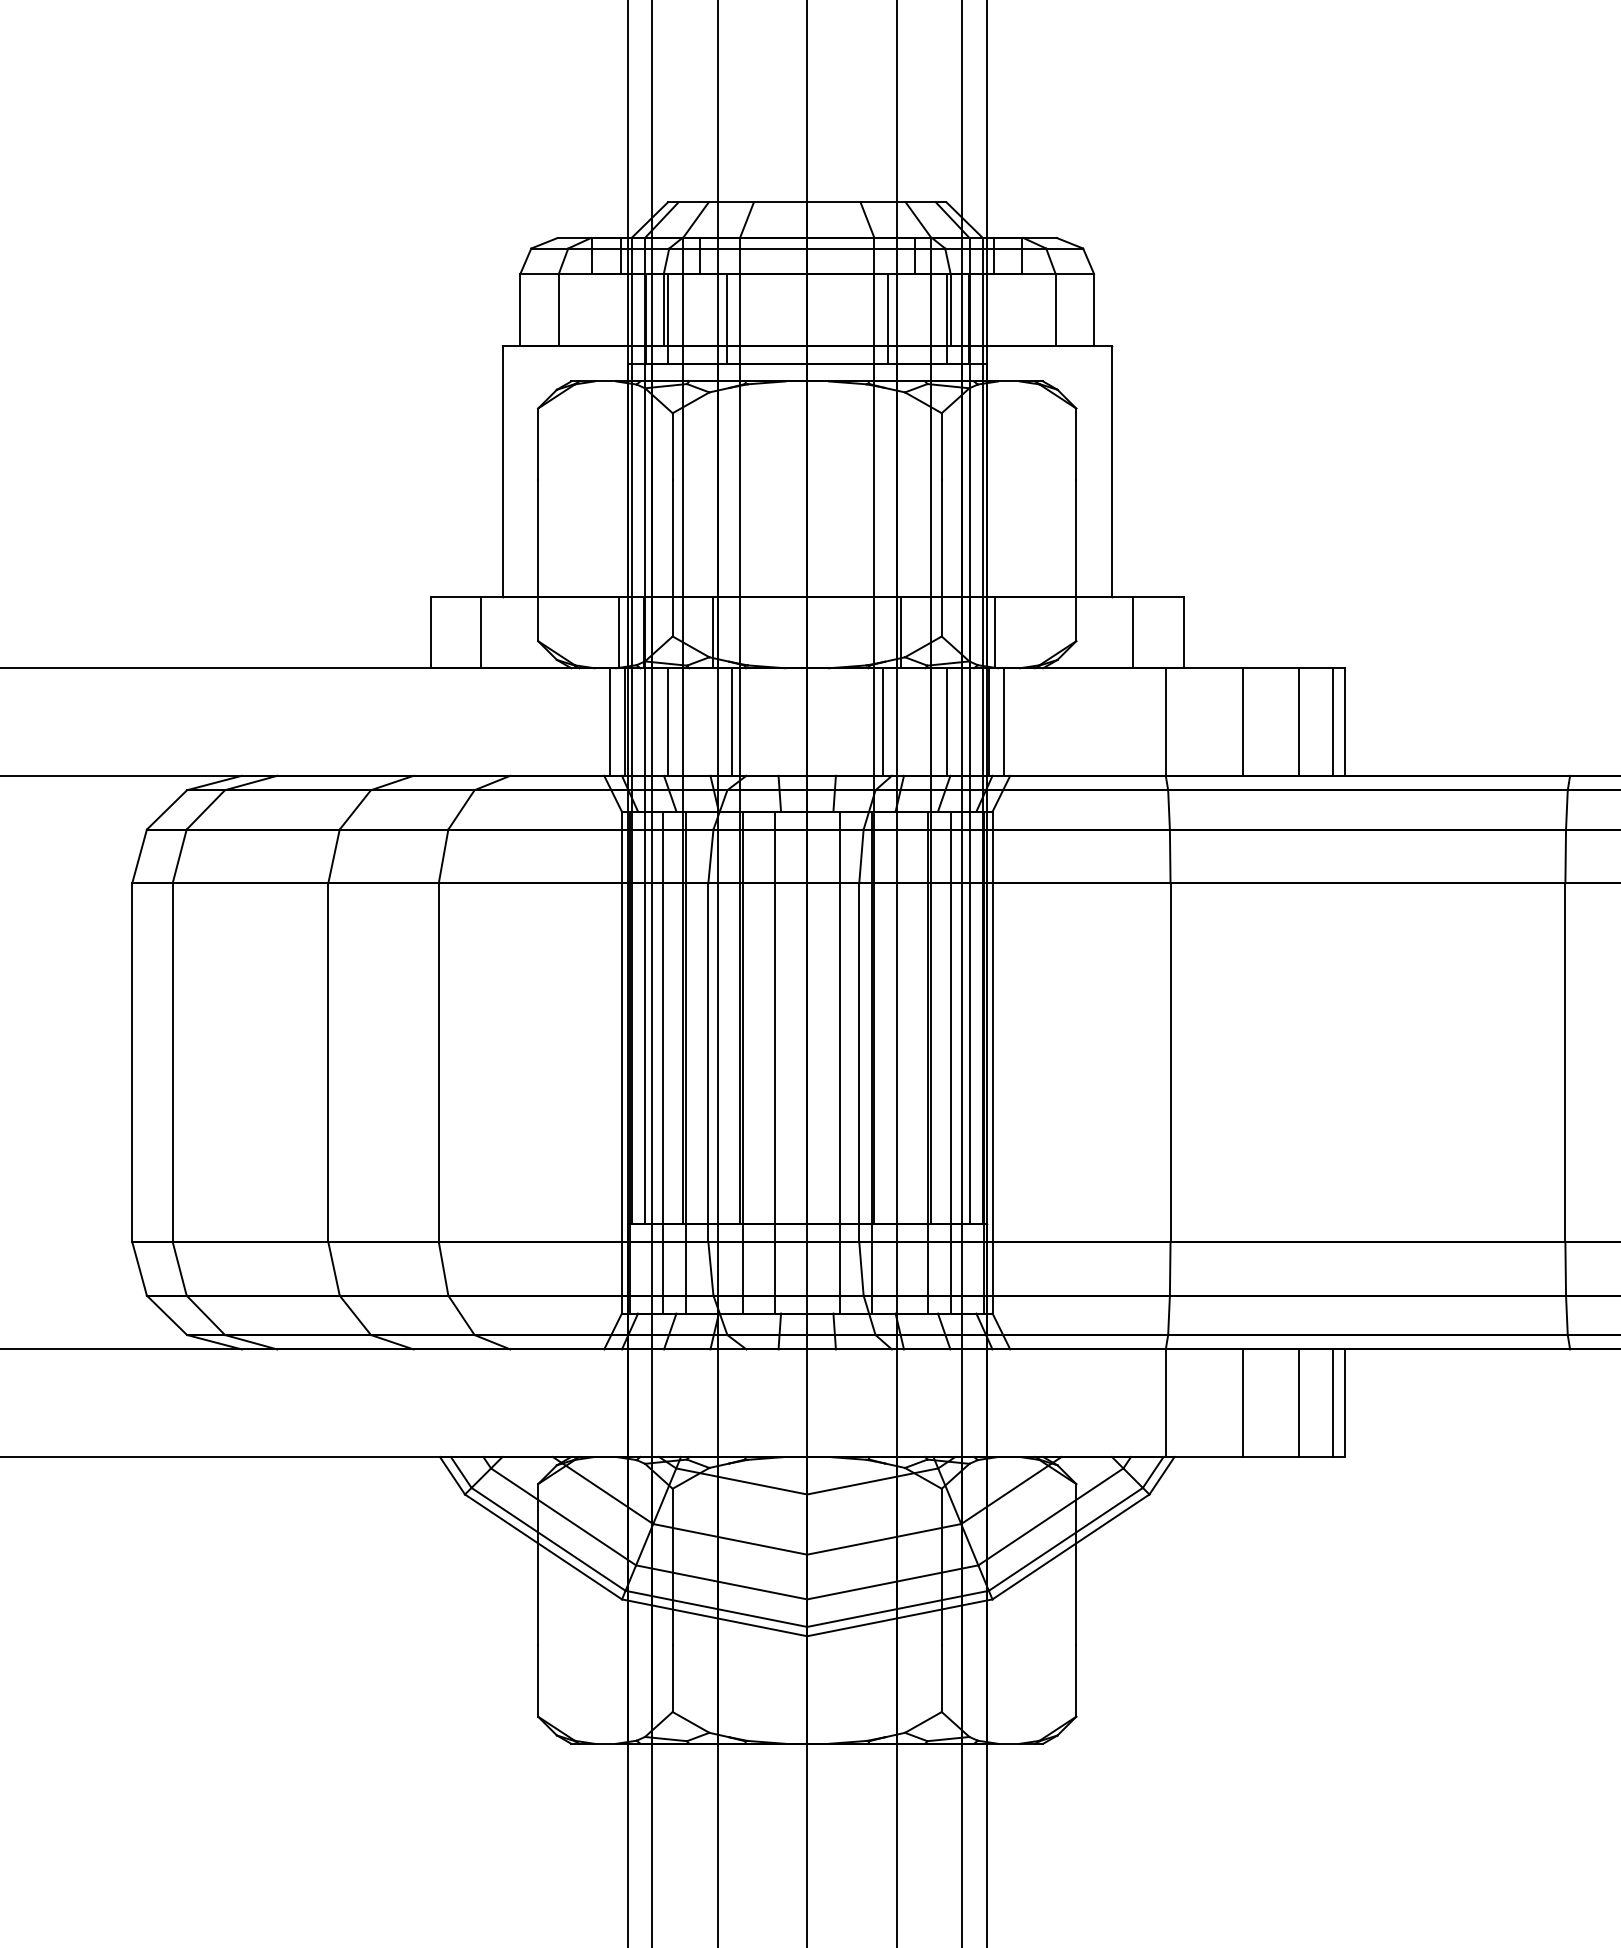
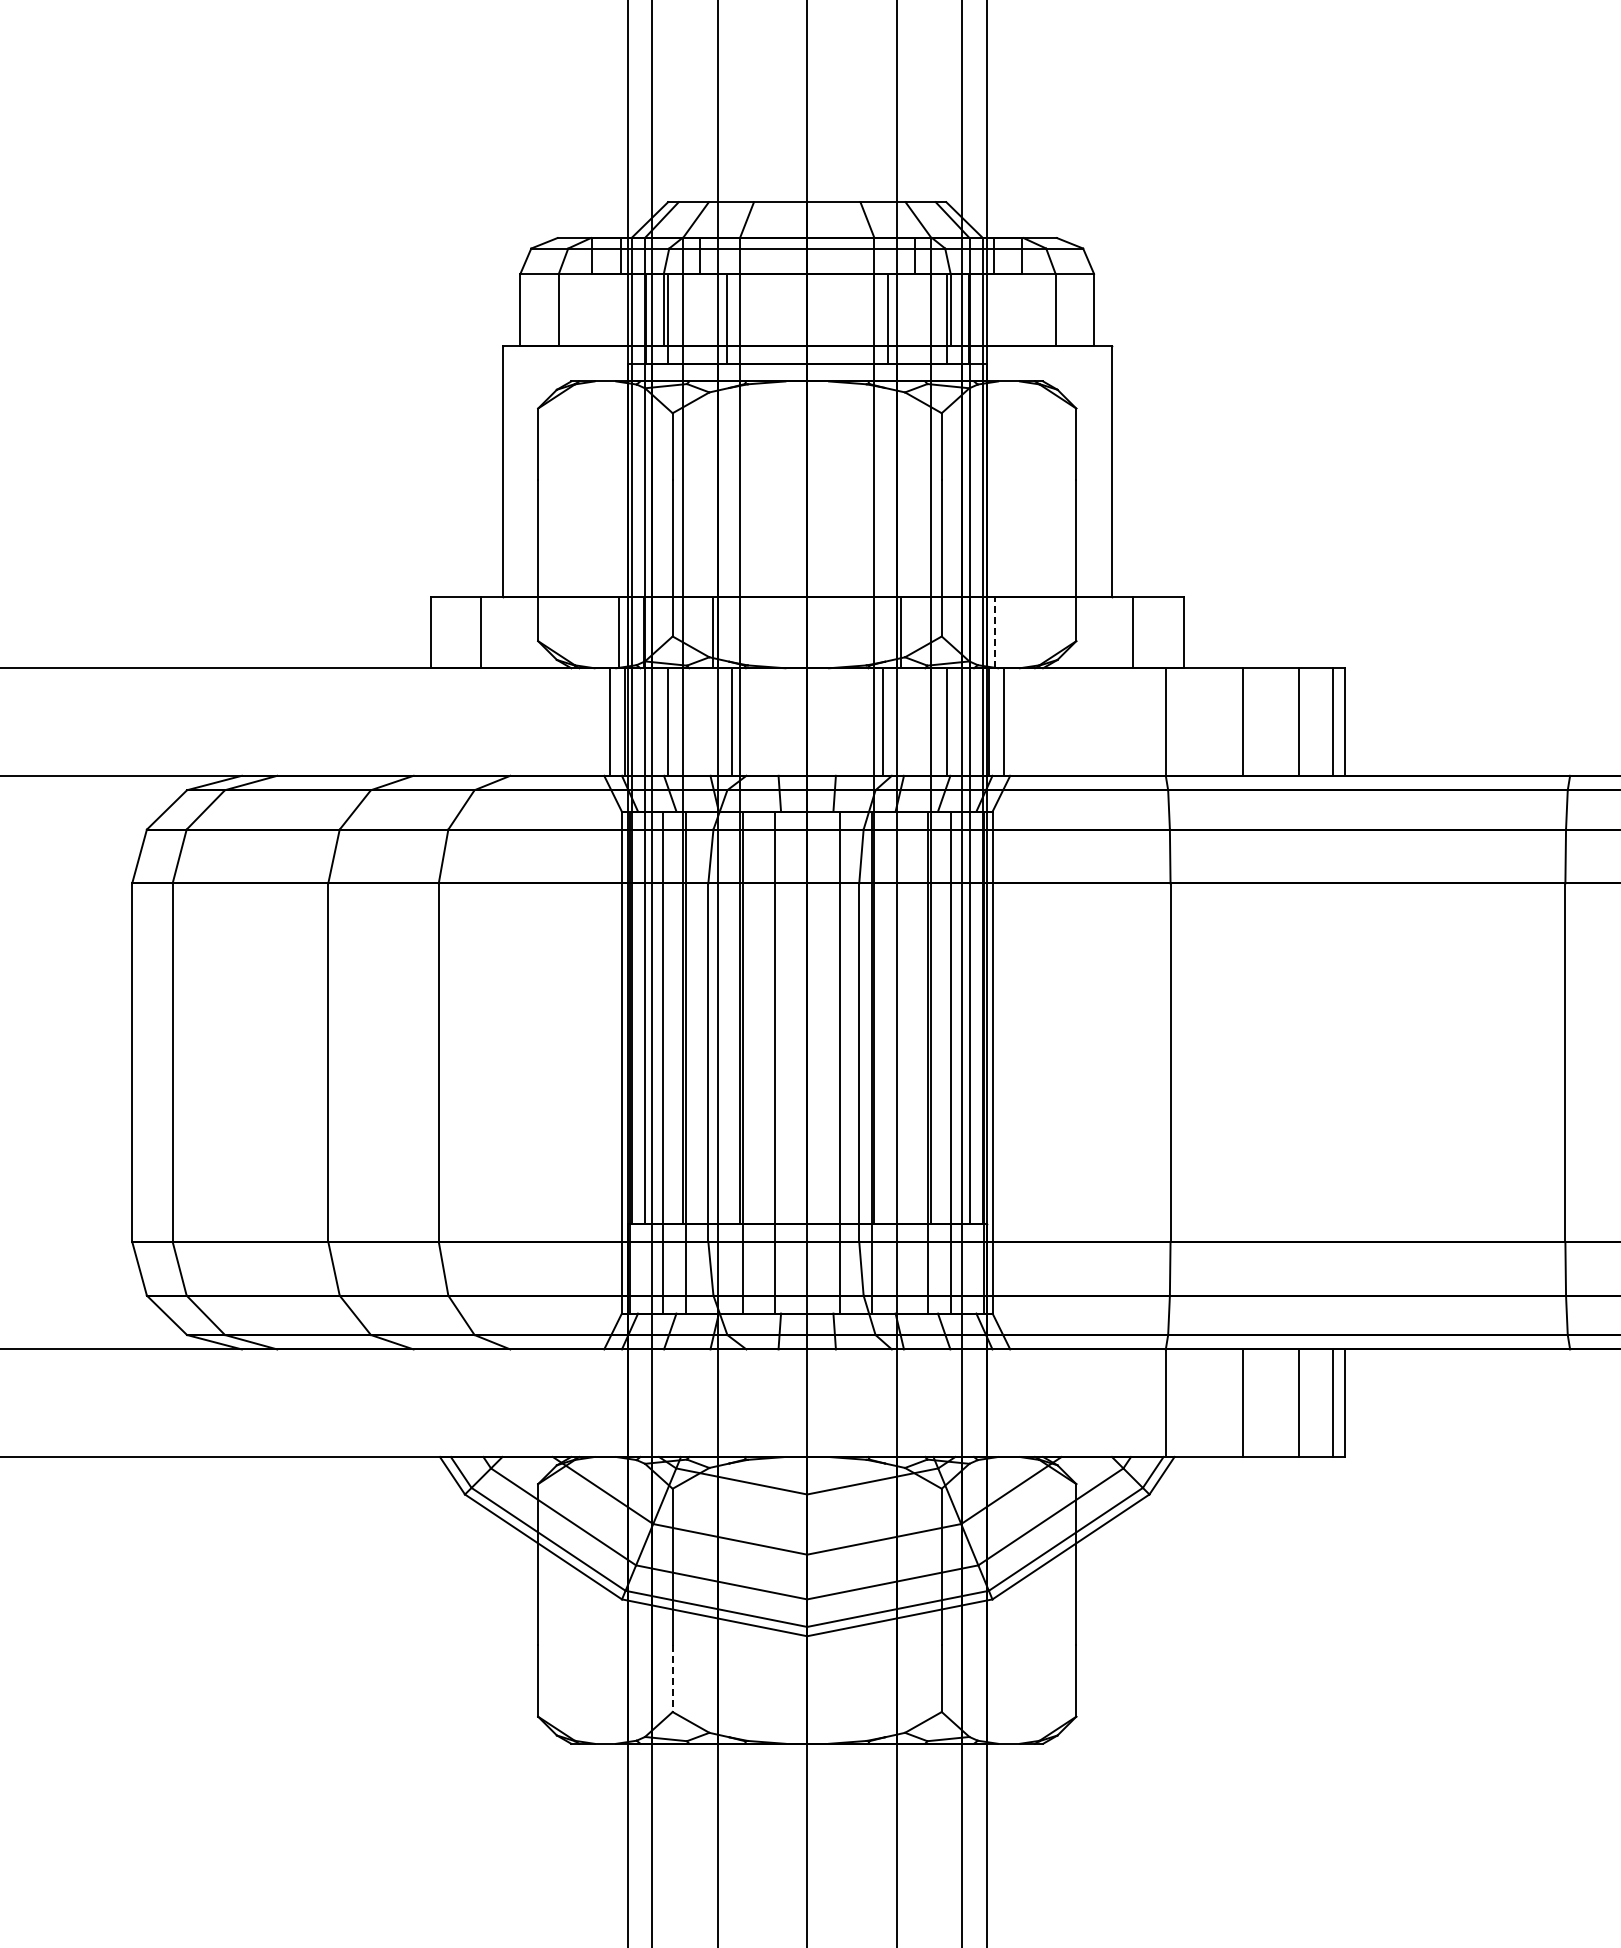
line at (995, 632): solid -> dashed
line at (672, 1679): solid -> dashed
